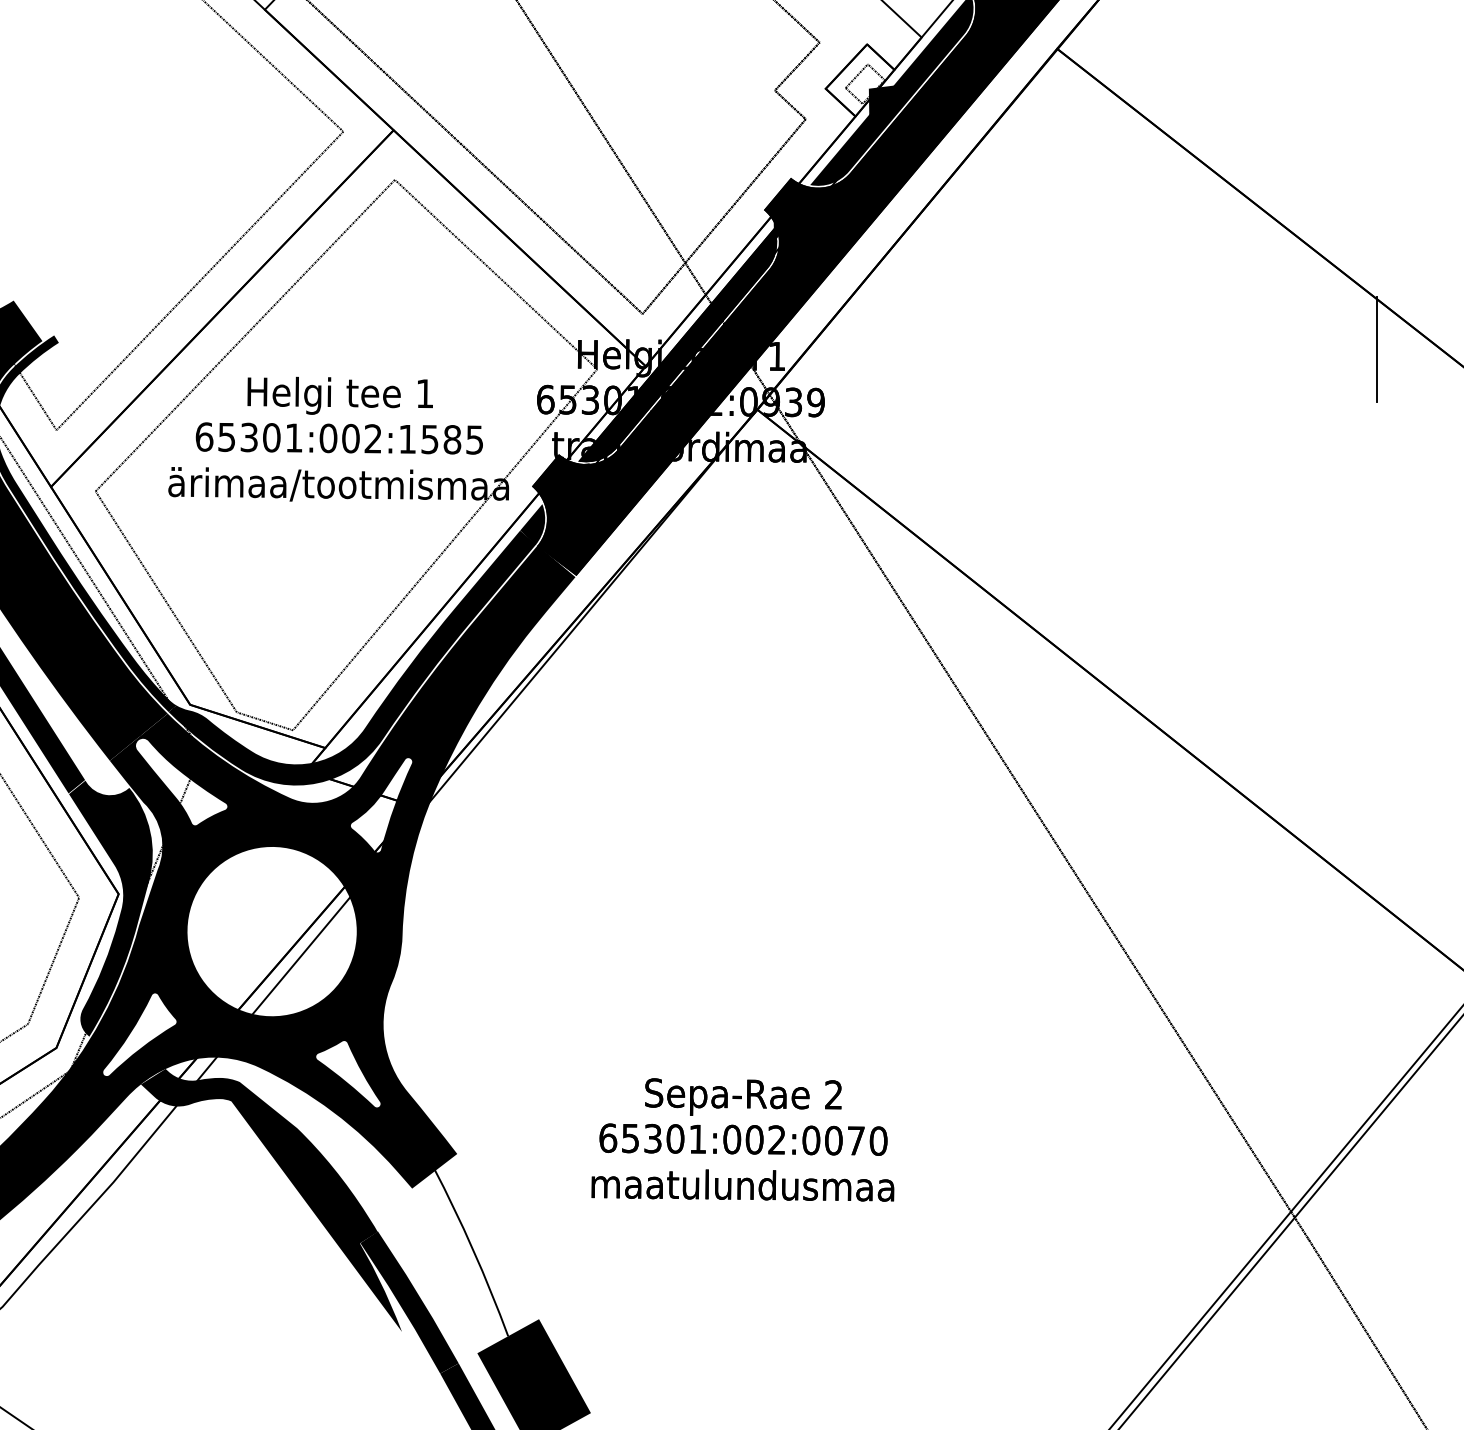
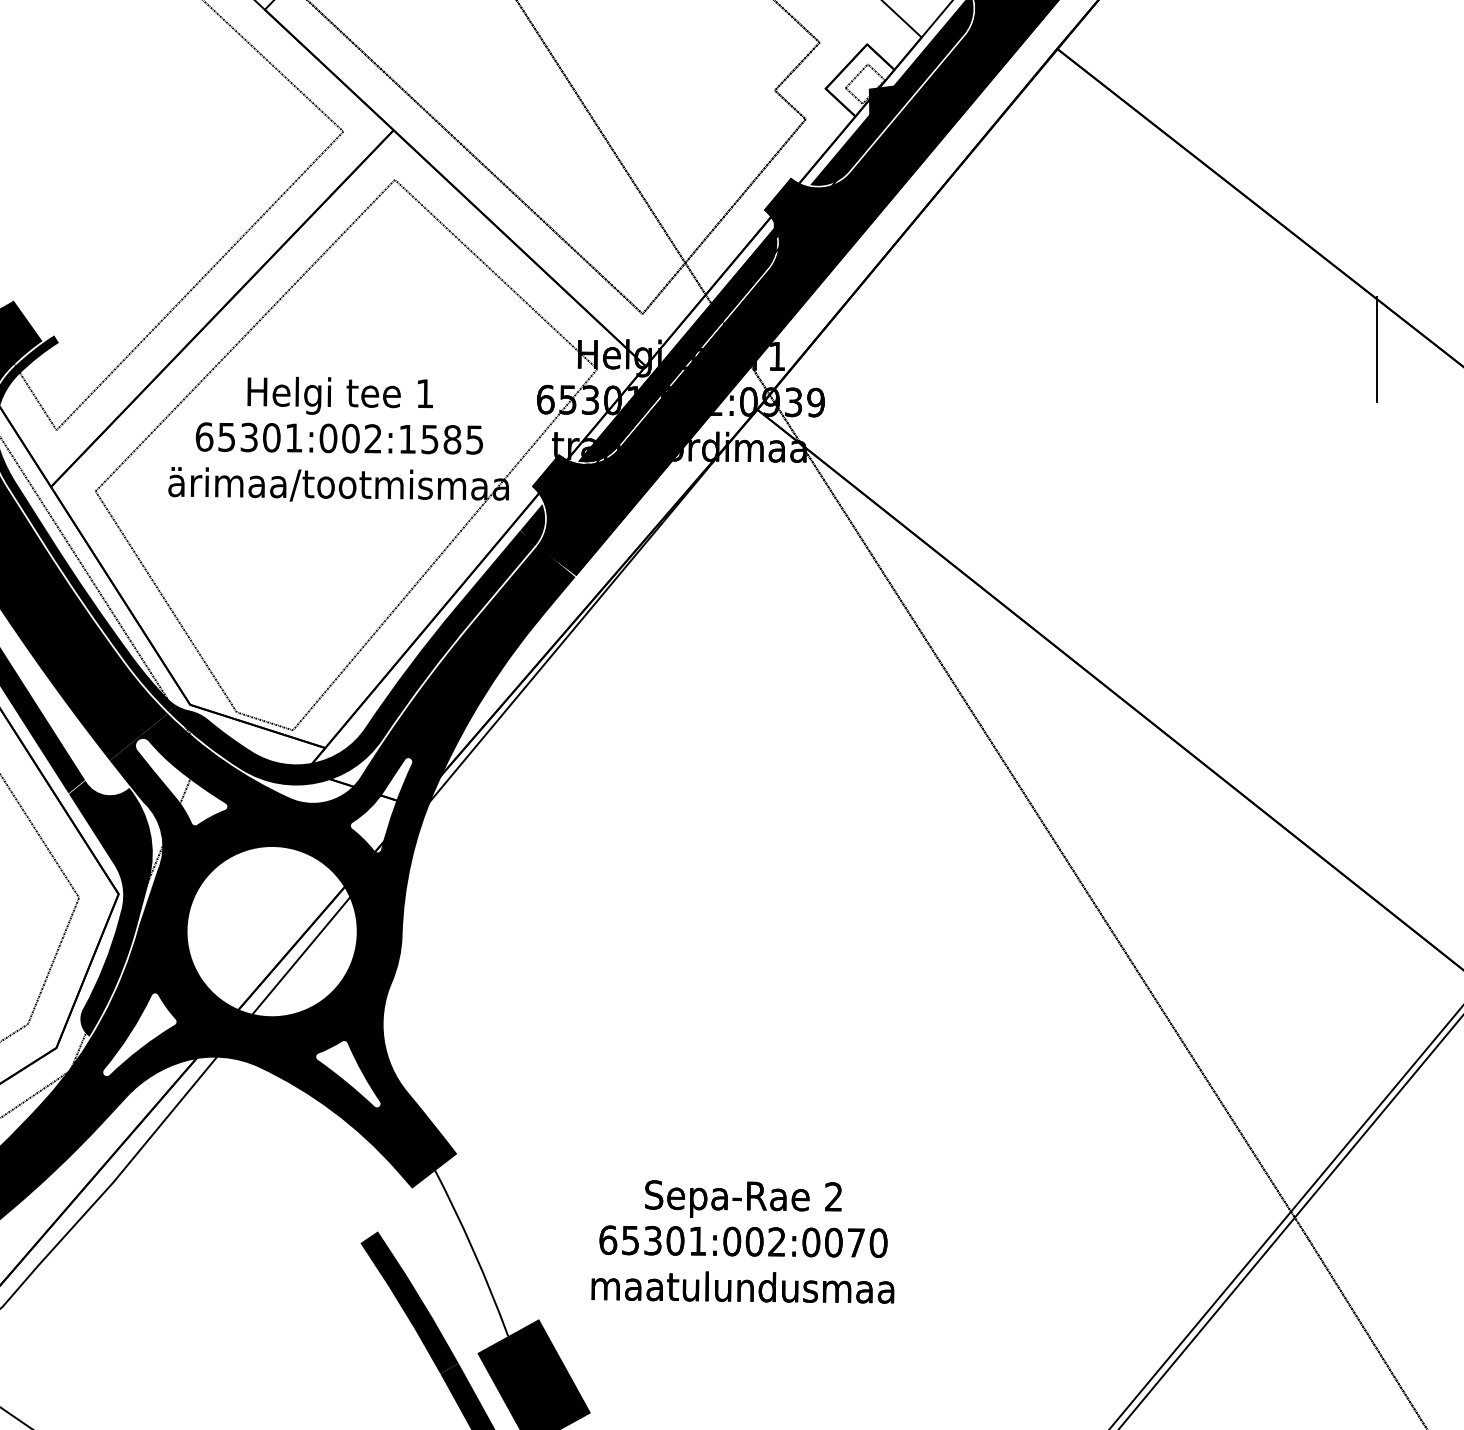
text at (742, 1139) position: (742, 1139) -> (742, 1241)
fill at (280, 1199): present -> none
